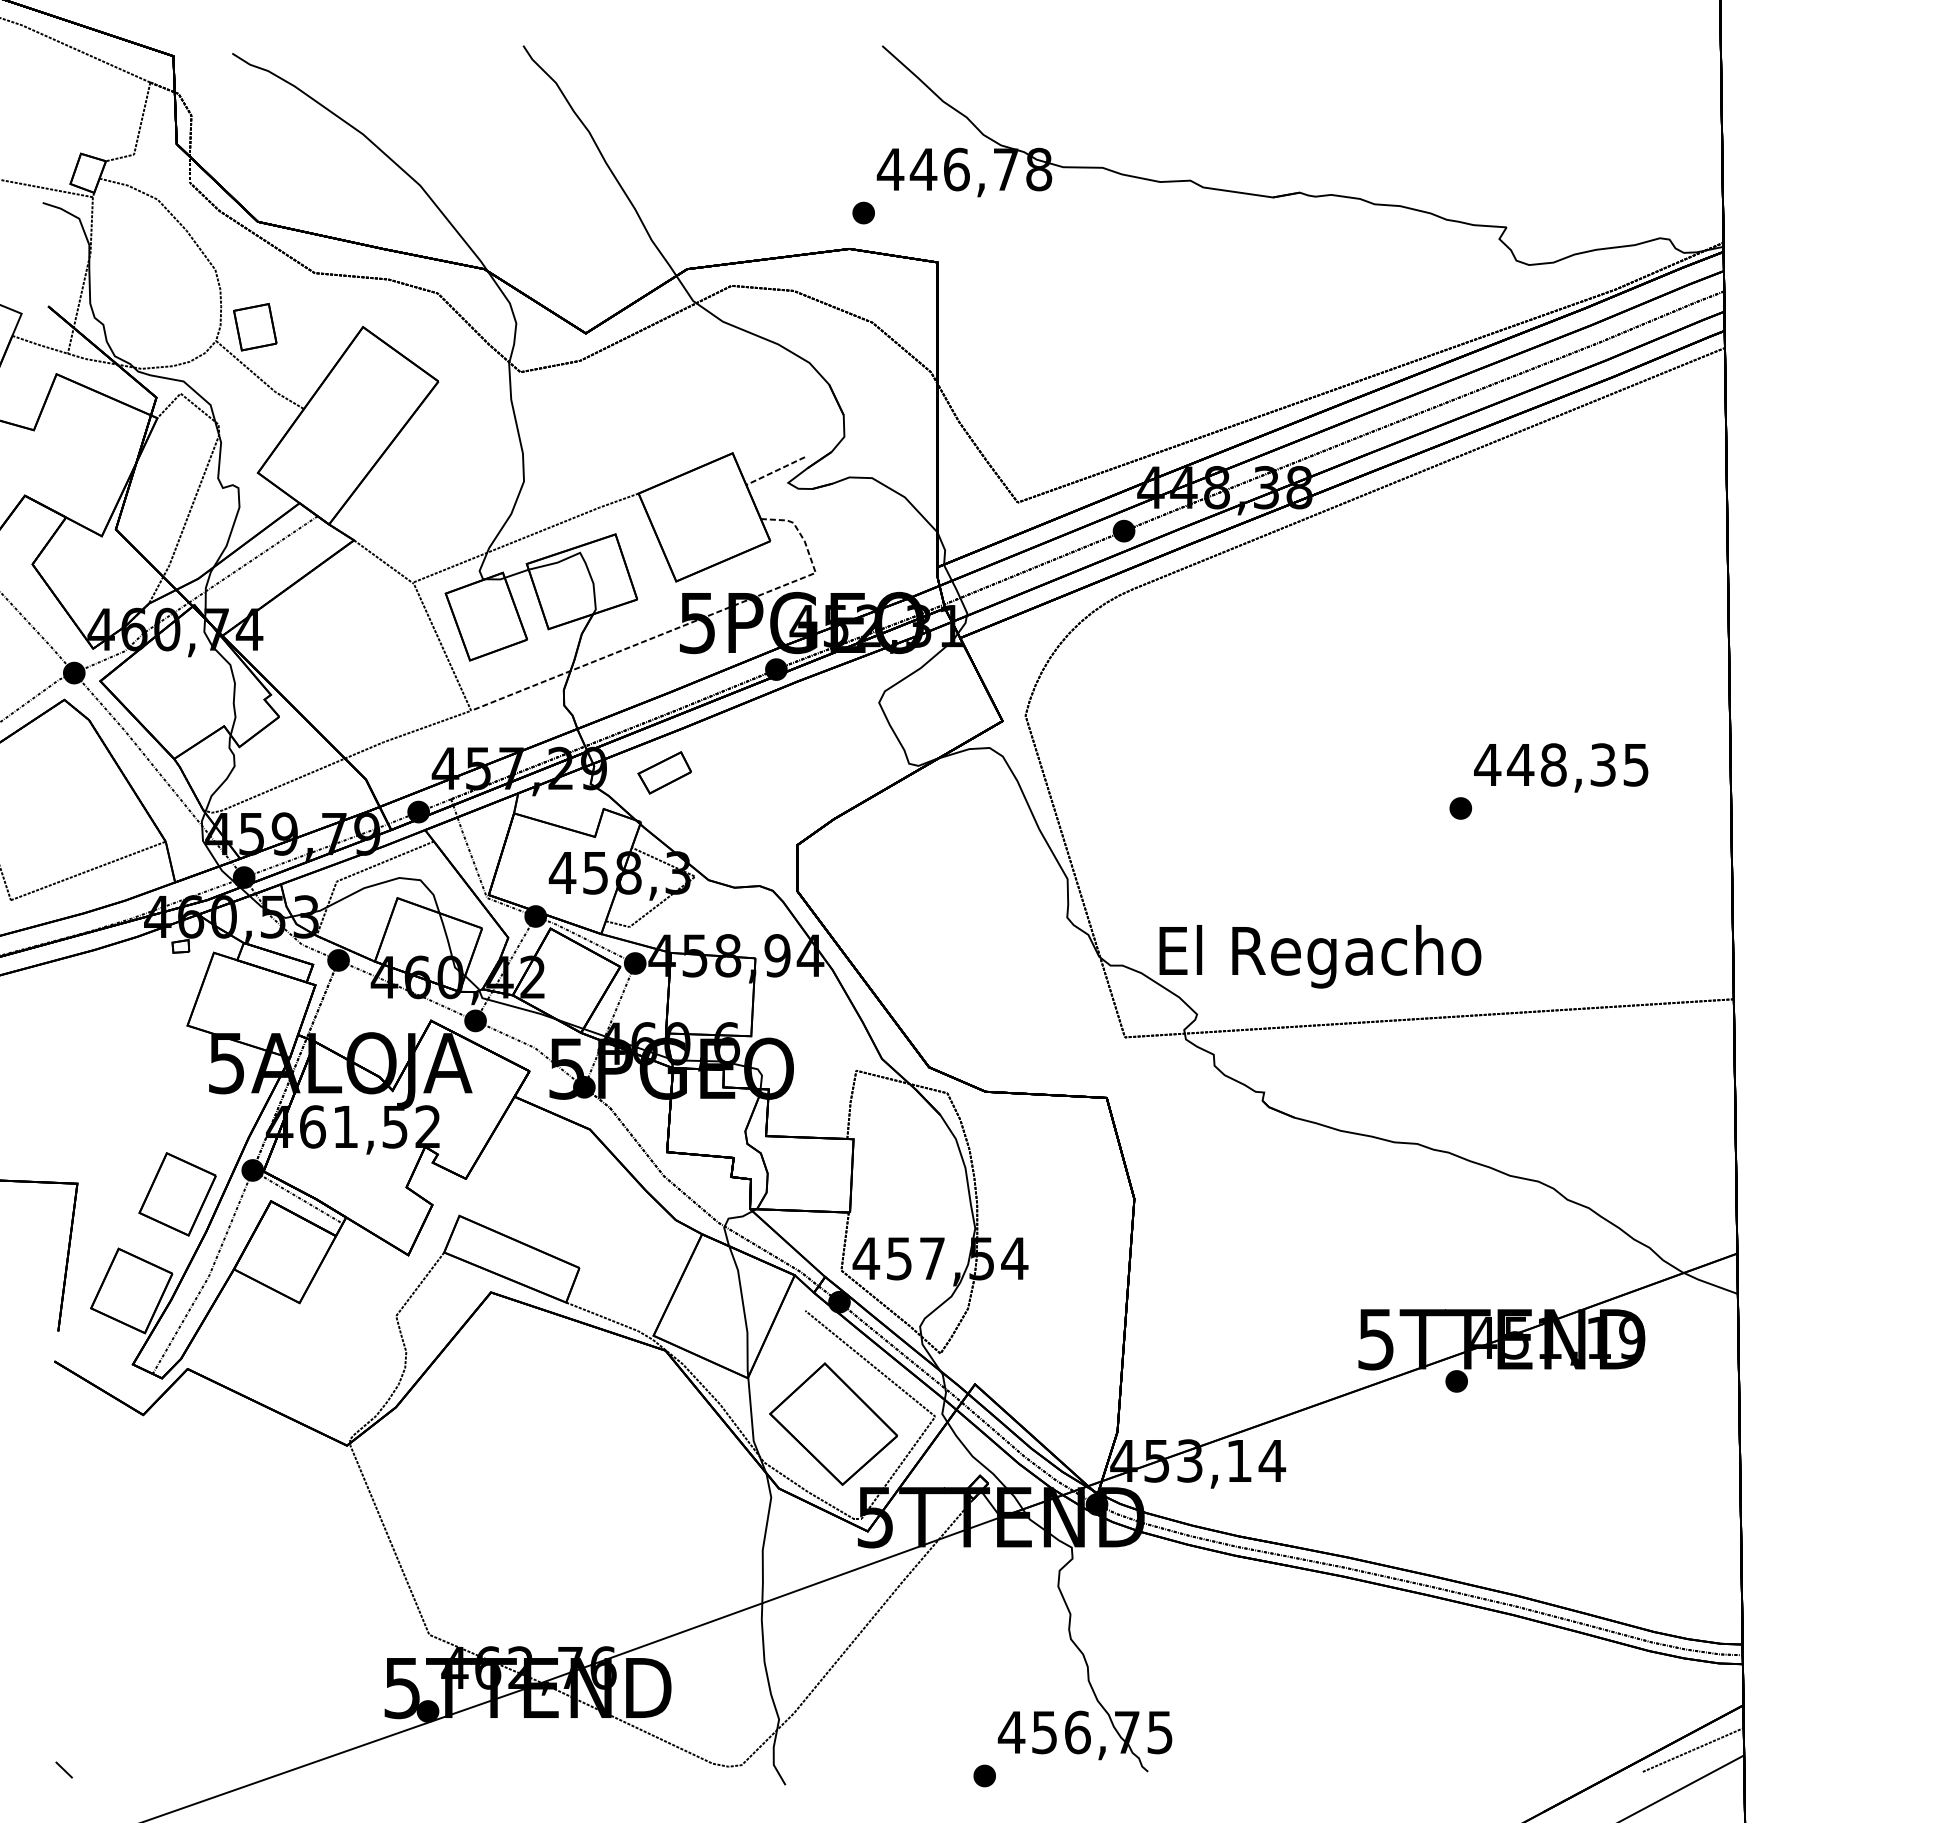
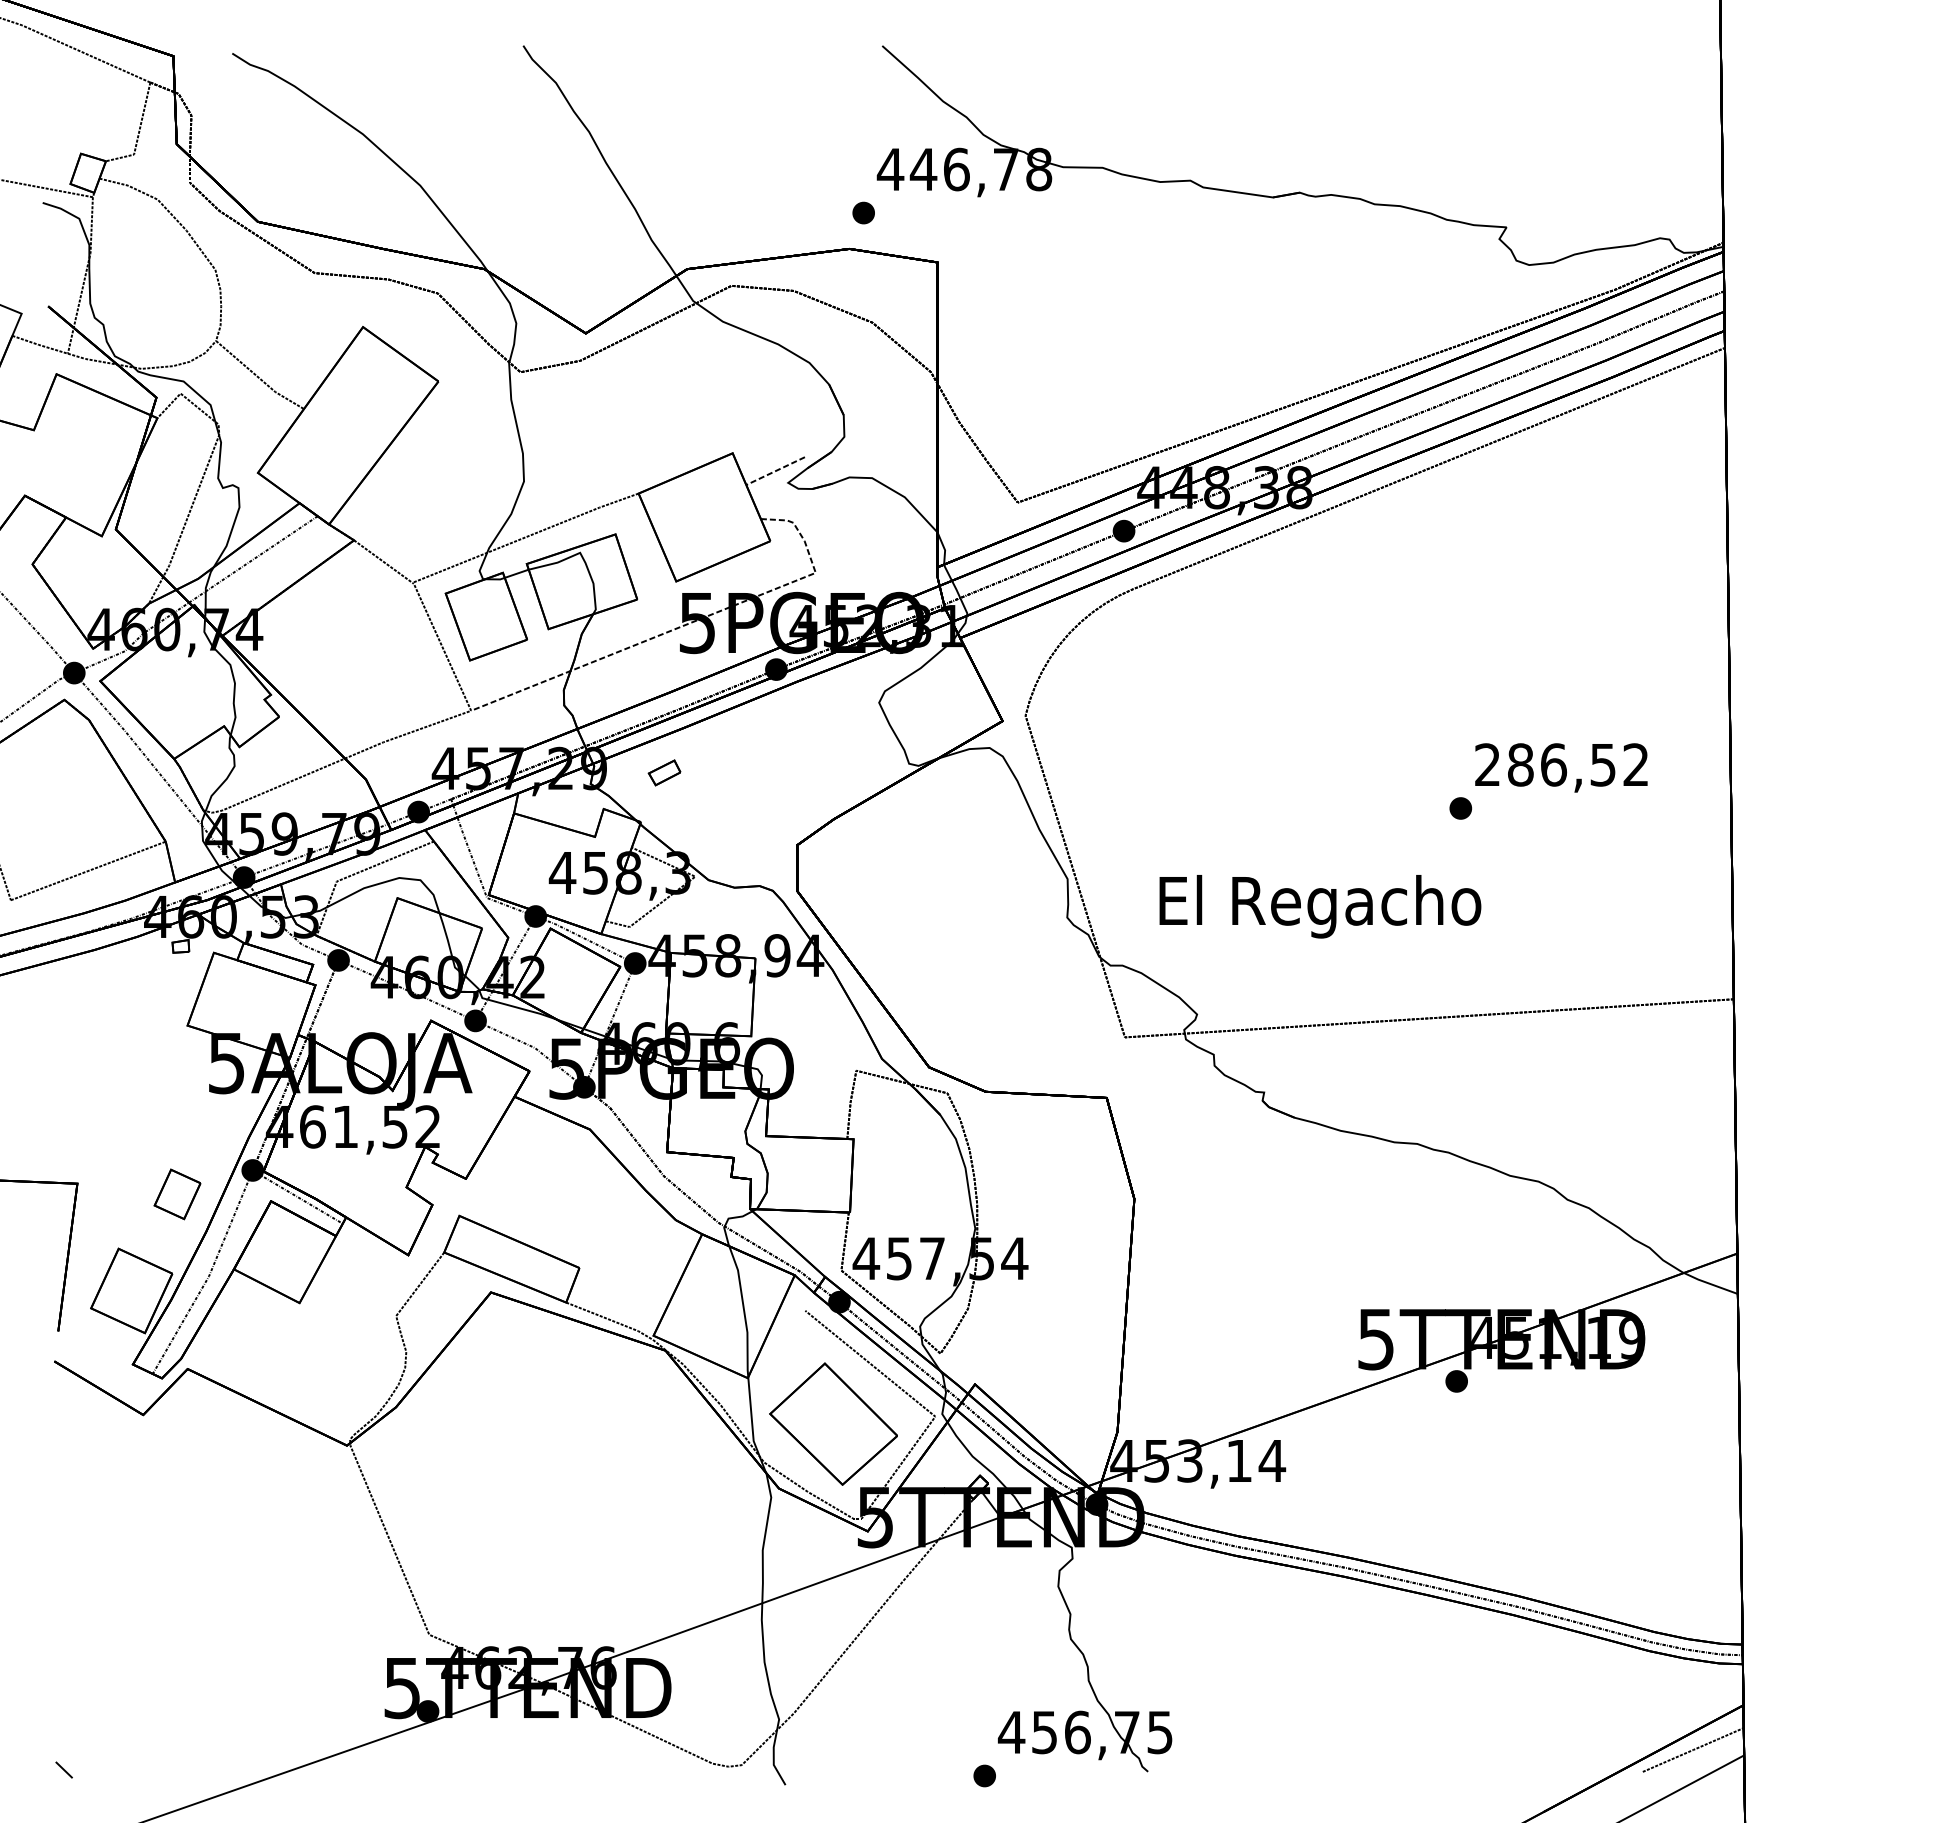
part at (255, 327): present -> none
text at (1561, 764): 448,35 -> 286,52
part at (664, 772) size: 55x44 px -> 35x28 px
text at (1320, 956) position: (1320, 956) -> (1320, 906)
part at (177, 1194) size: 79x85 px -> 49x53 px
